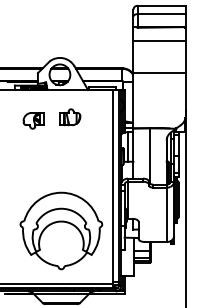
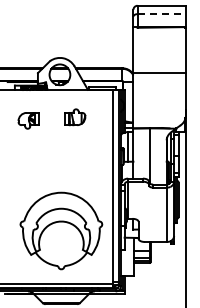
line at (161, 14): solid -> dashed
line at (159, 40): present -> none
part at (70, 117) position: (70, 117) -> (75, 117)
part at (33, 120) position: (33, 120) -> (28, 120)
